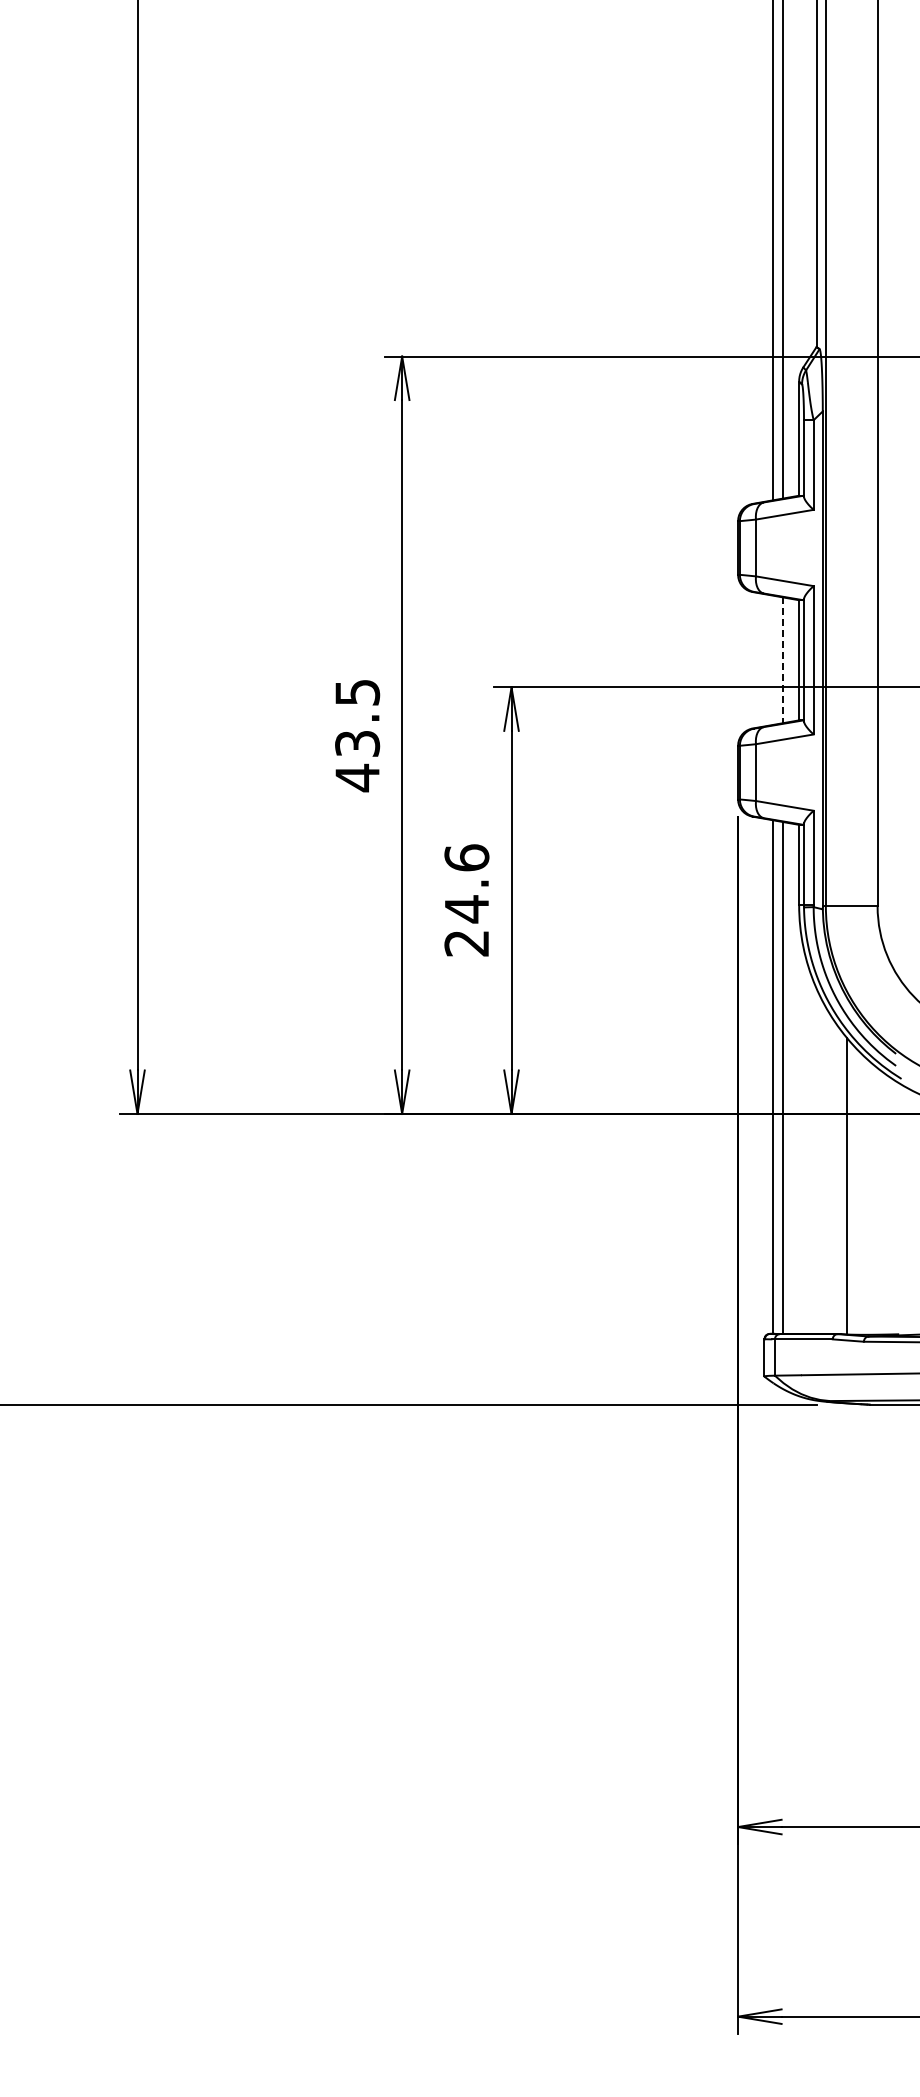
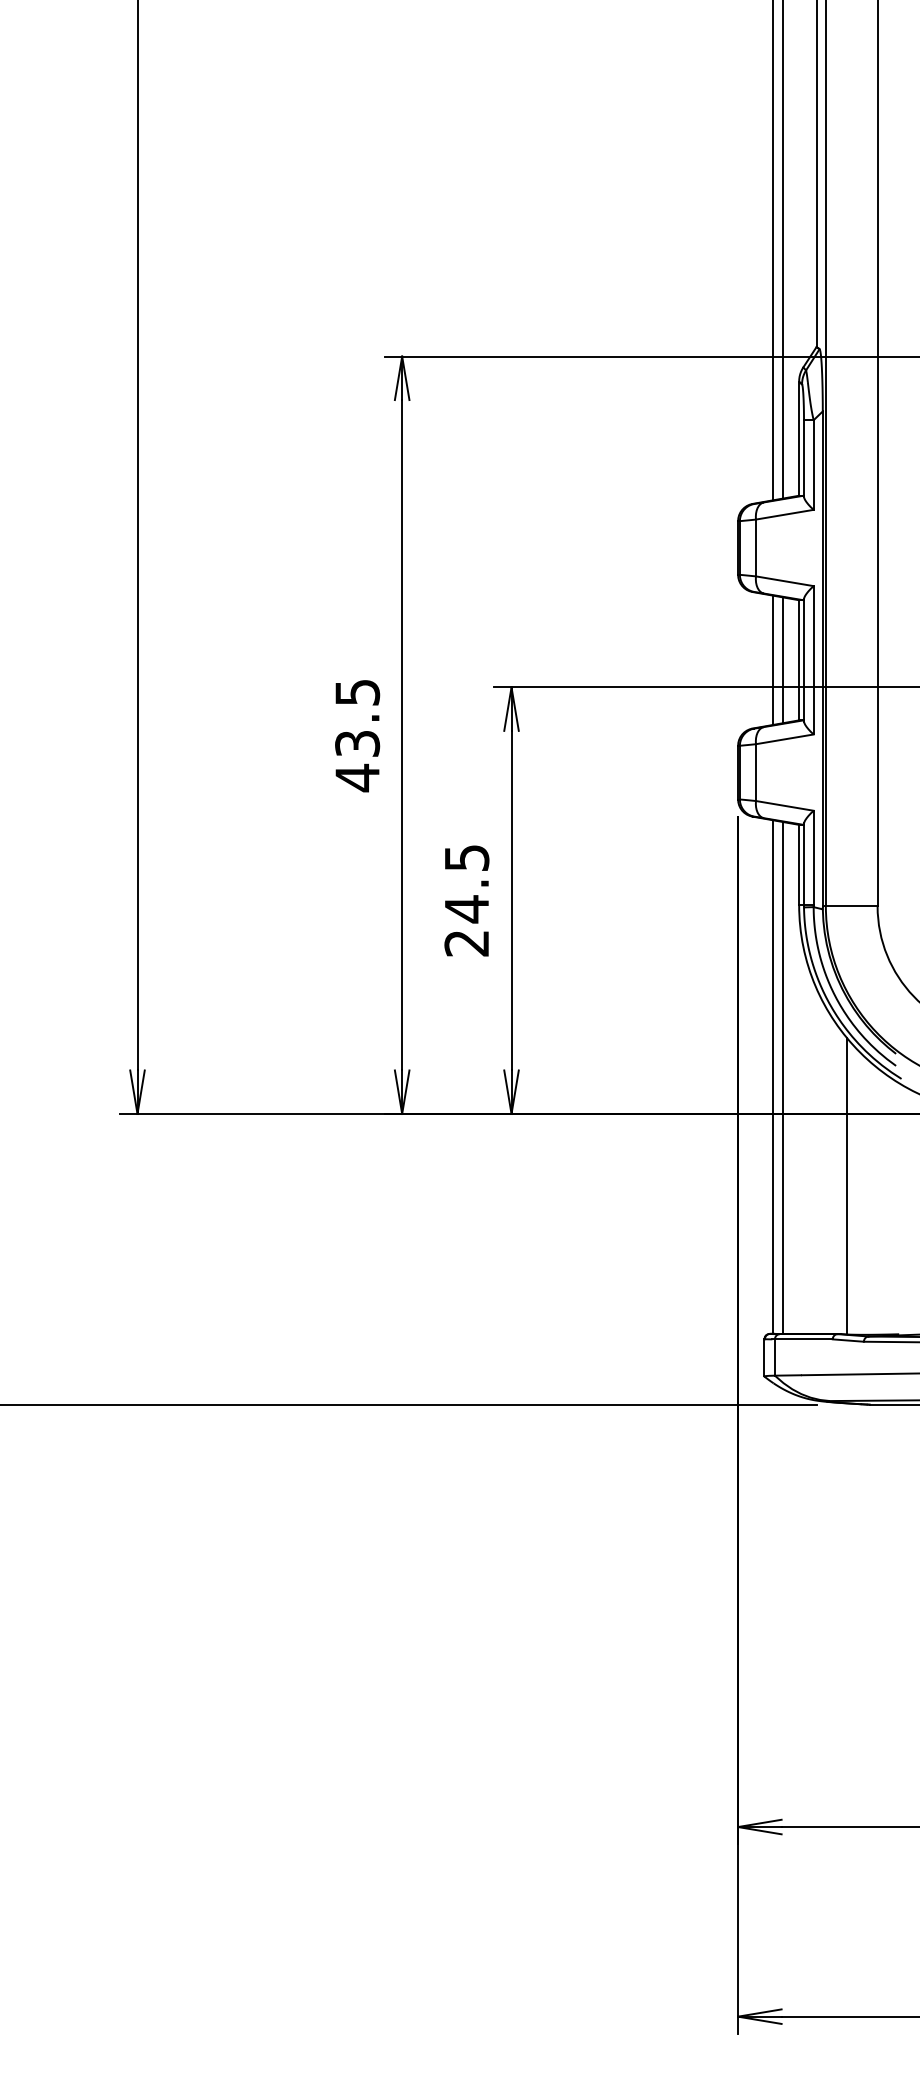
line at (773, 659): none -> present
line at (783, 660): dashed -> solid
text at (466, 857): 24.6 -> 24.5
